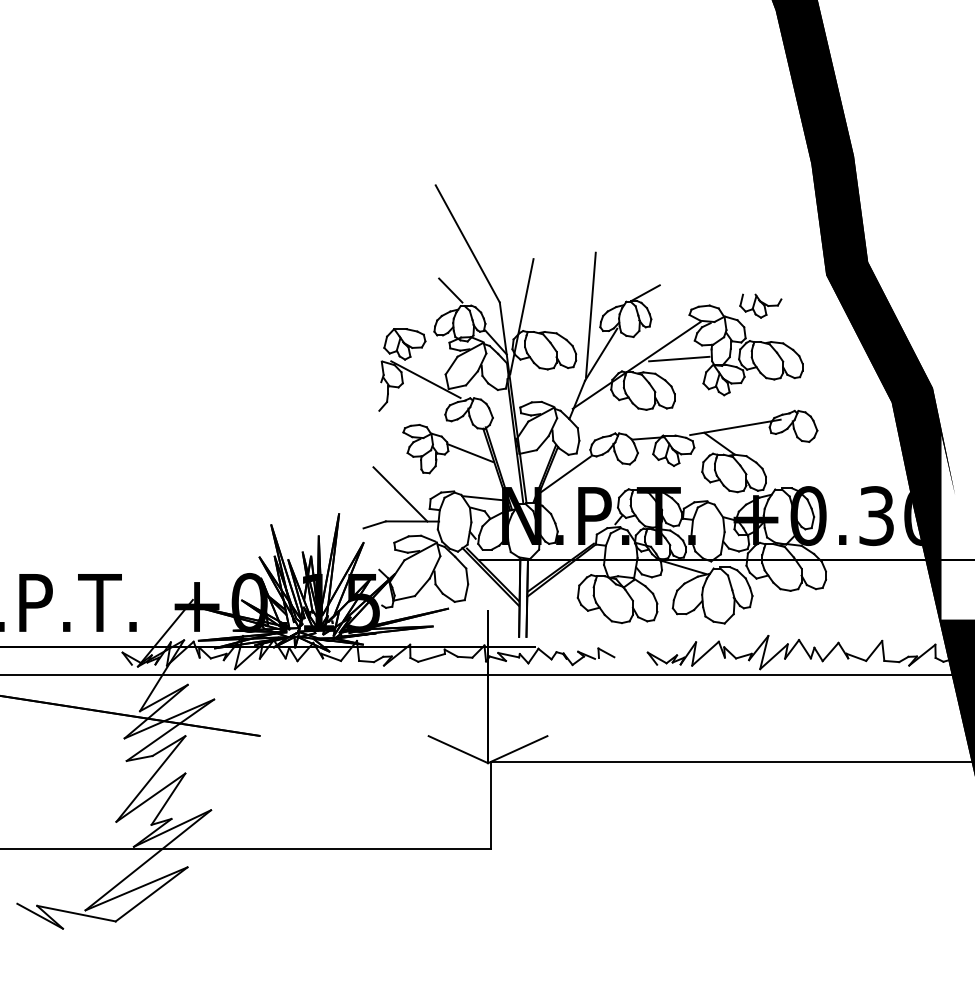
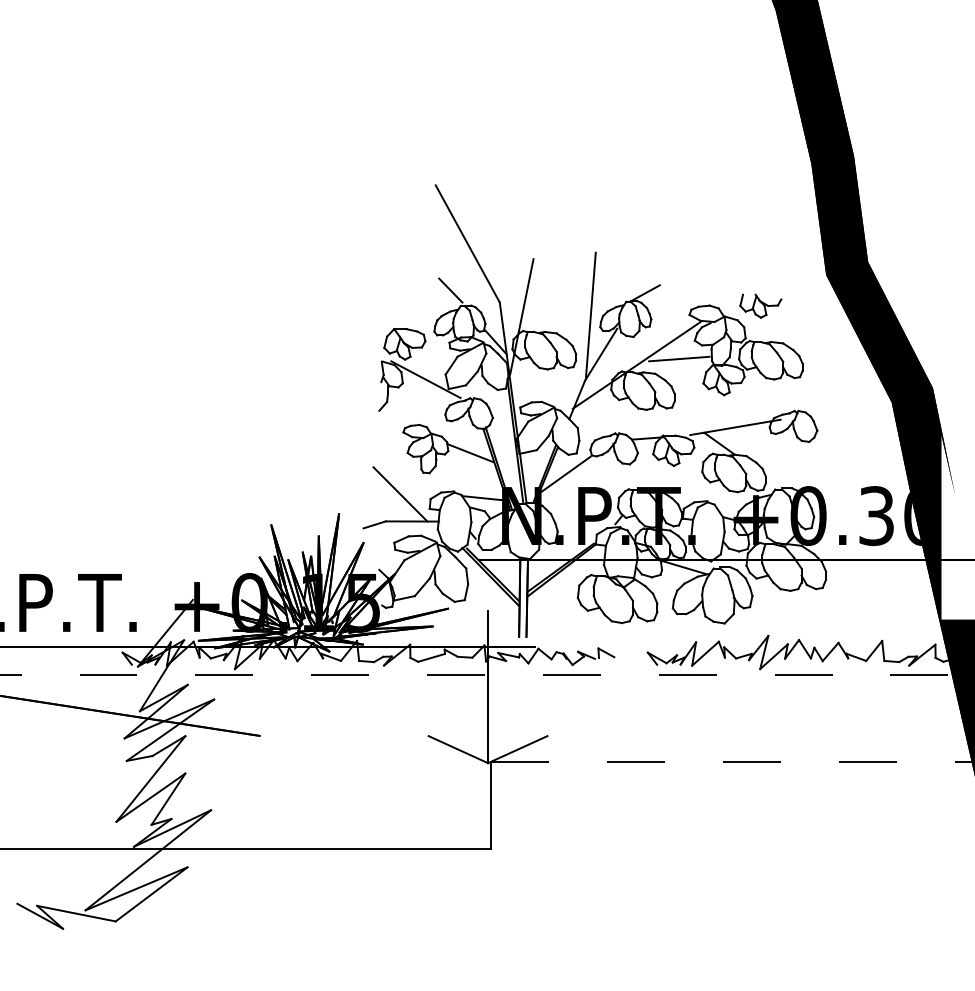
line at (487, 674): solid -> dashed
line at (732, 761): solid -> dashed
